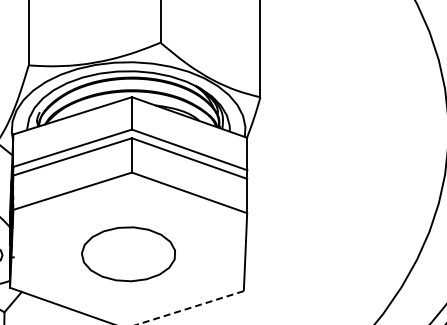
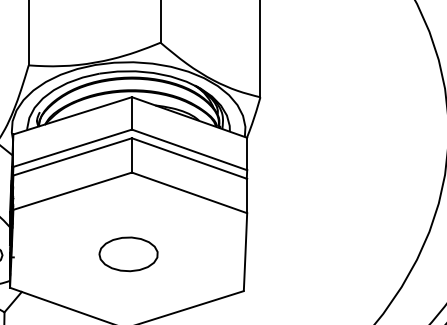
part at (128, 254) size: 95x57 px -> 61x37 px
line at (189, 308): dashed -> solid
